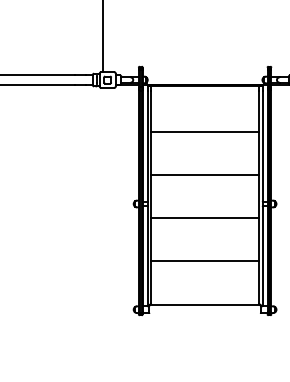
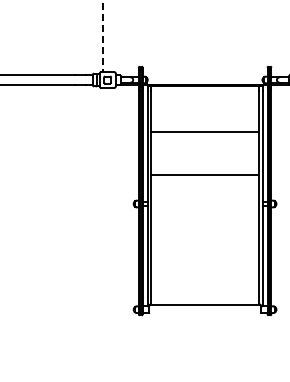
line at (102, 36): solid -> dashed
line at (204, 218): present -> none
line at (204, 261): present -> none
